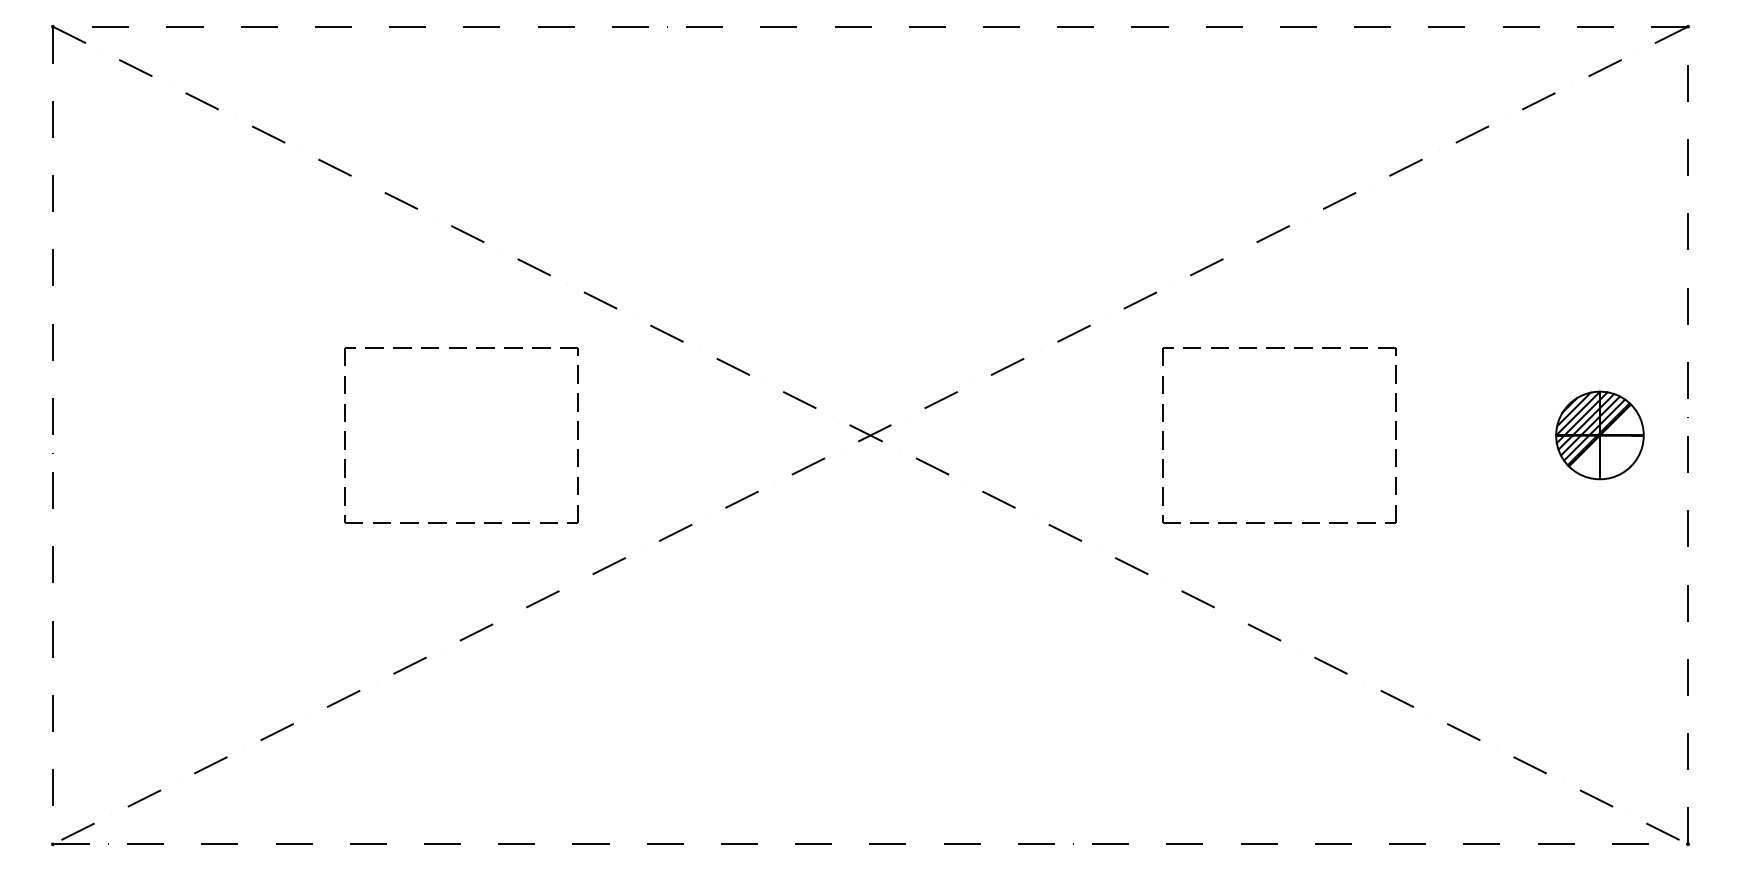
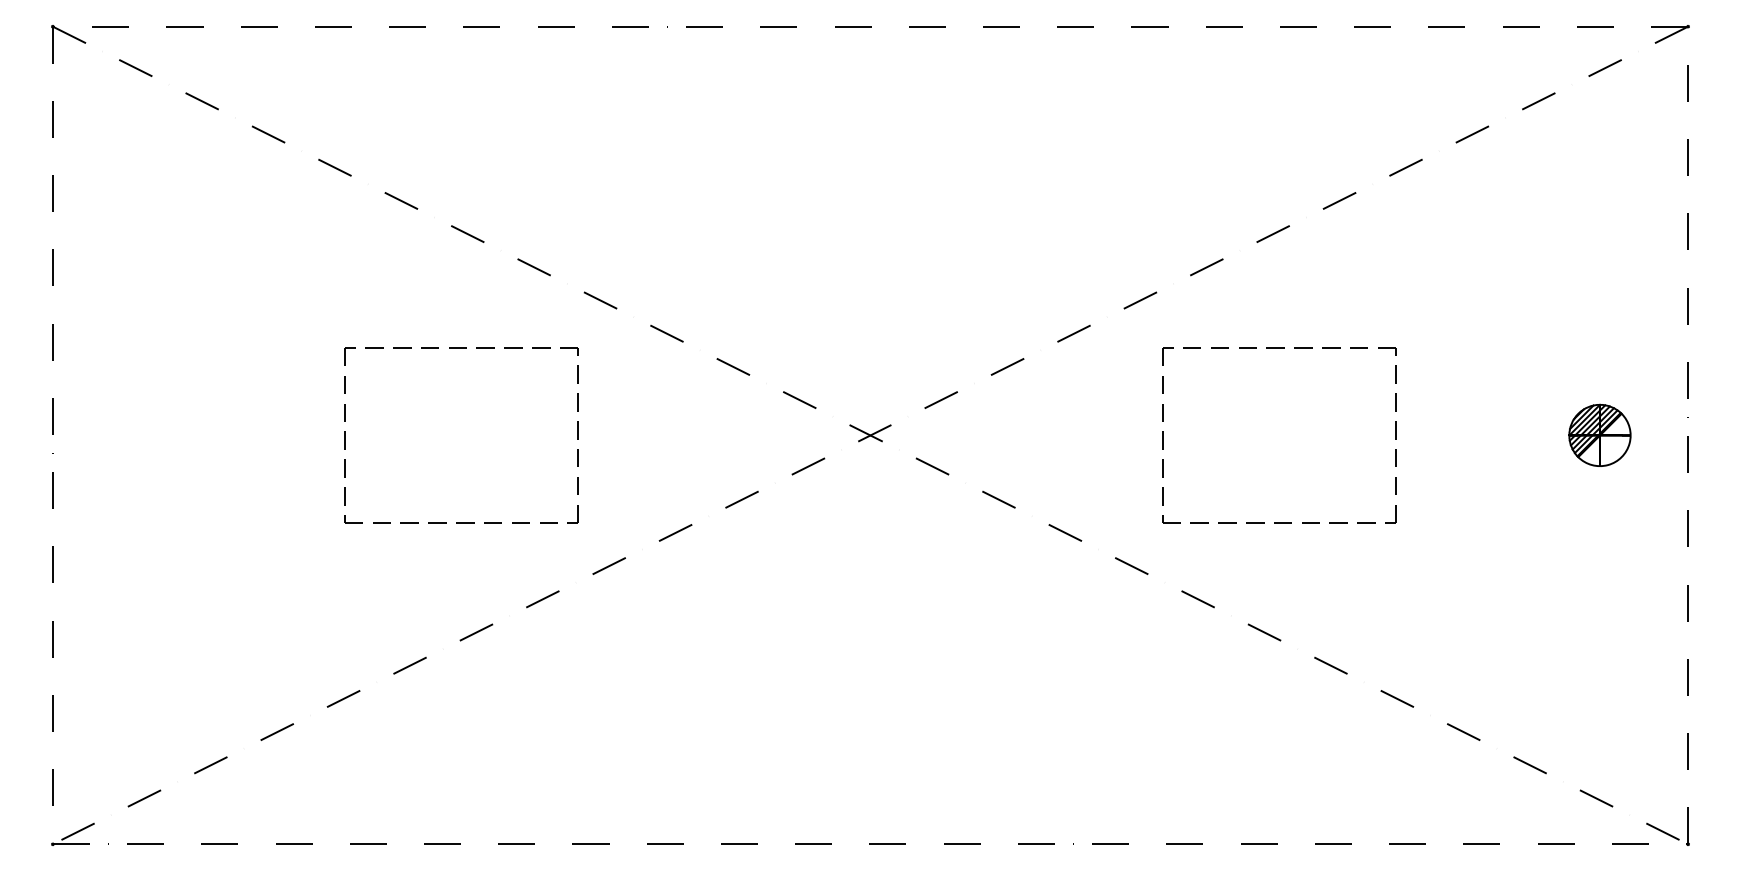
part at (1599, 435) size: 90x91 px -> 64x64 px
